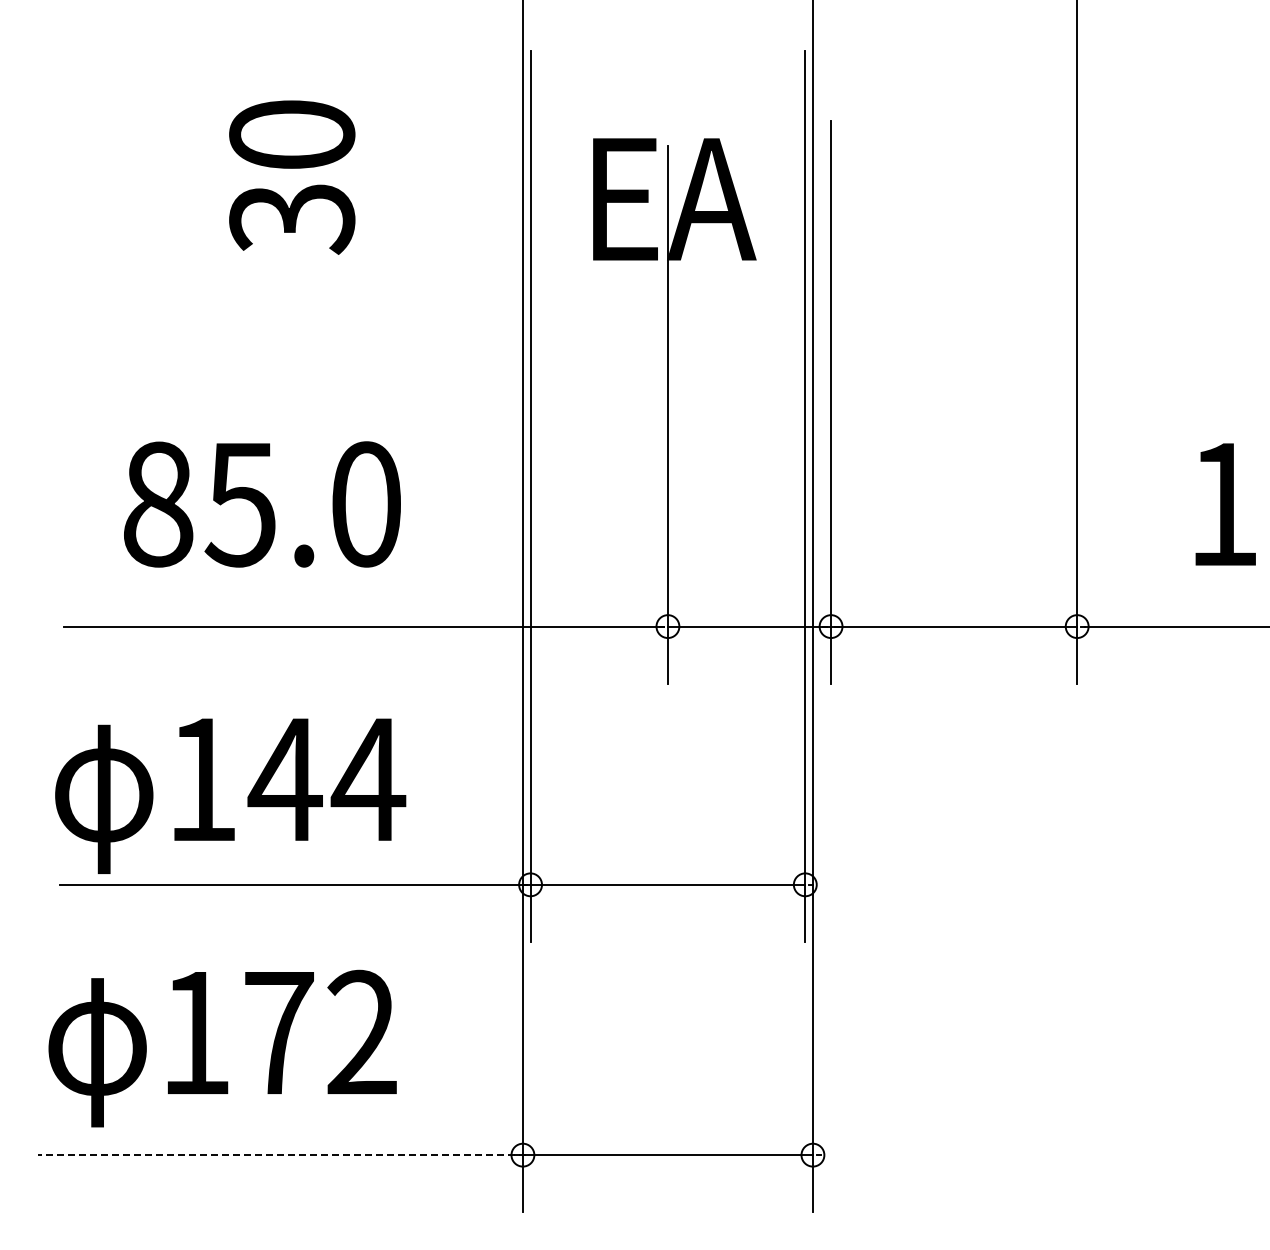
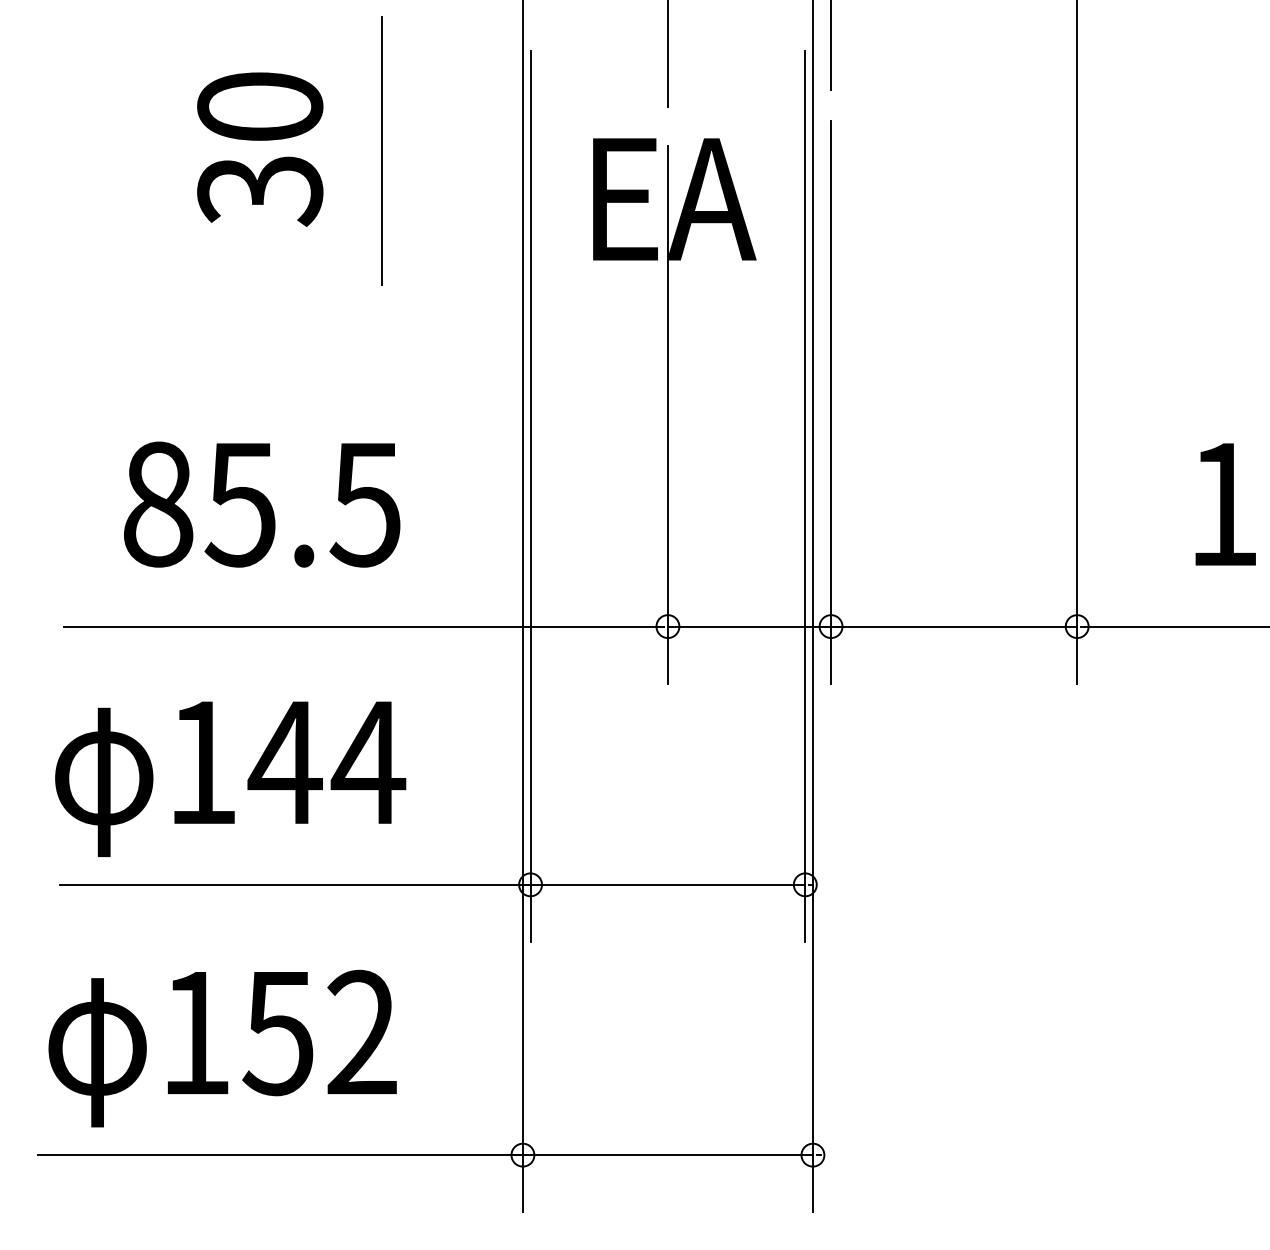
line at (831, 46): none -> present
line at (667, 55): none -> present
line at (382, 150): none -> present
text at (292, 177) position: (292, 177) -> (260, 149)
text at (364, 504): 85.0 -> 85.5
text at (230, 795) position: (230, 795) -> (230, 778)
text at (277, 1034): 172 -> 152
line at (282, 1155): dashed -> solid
